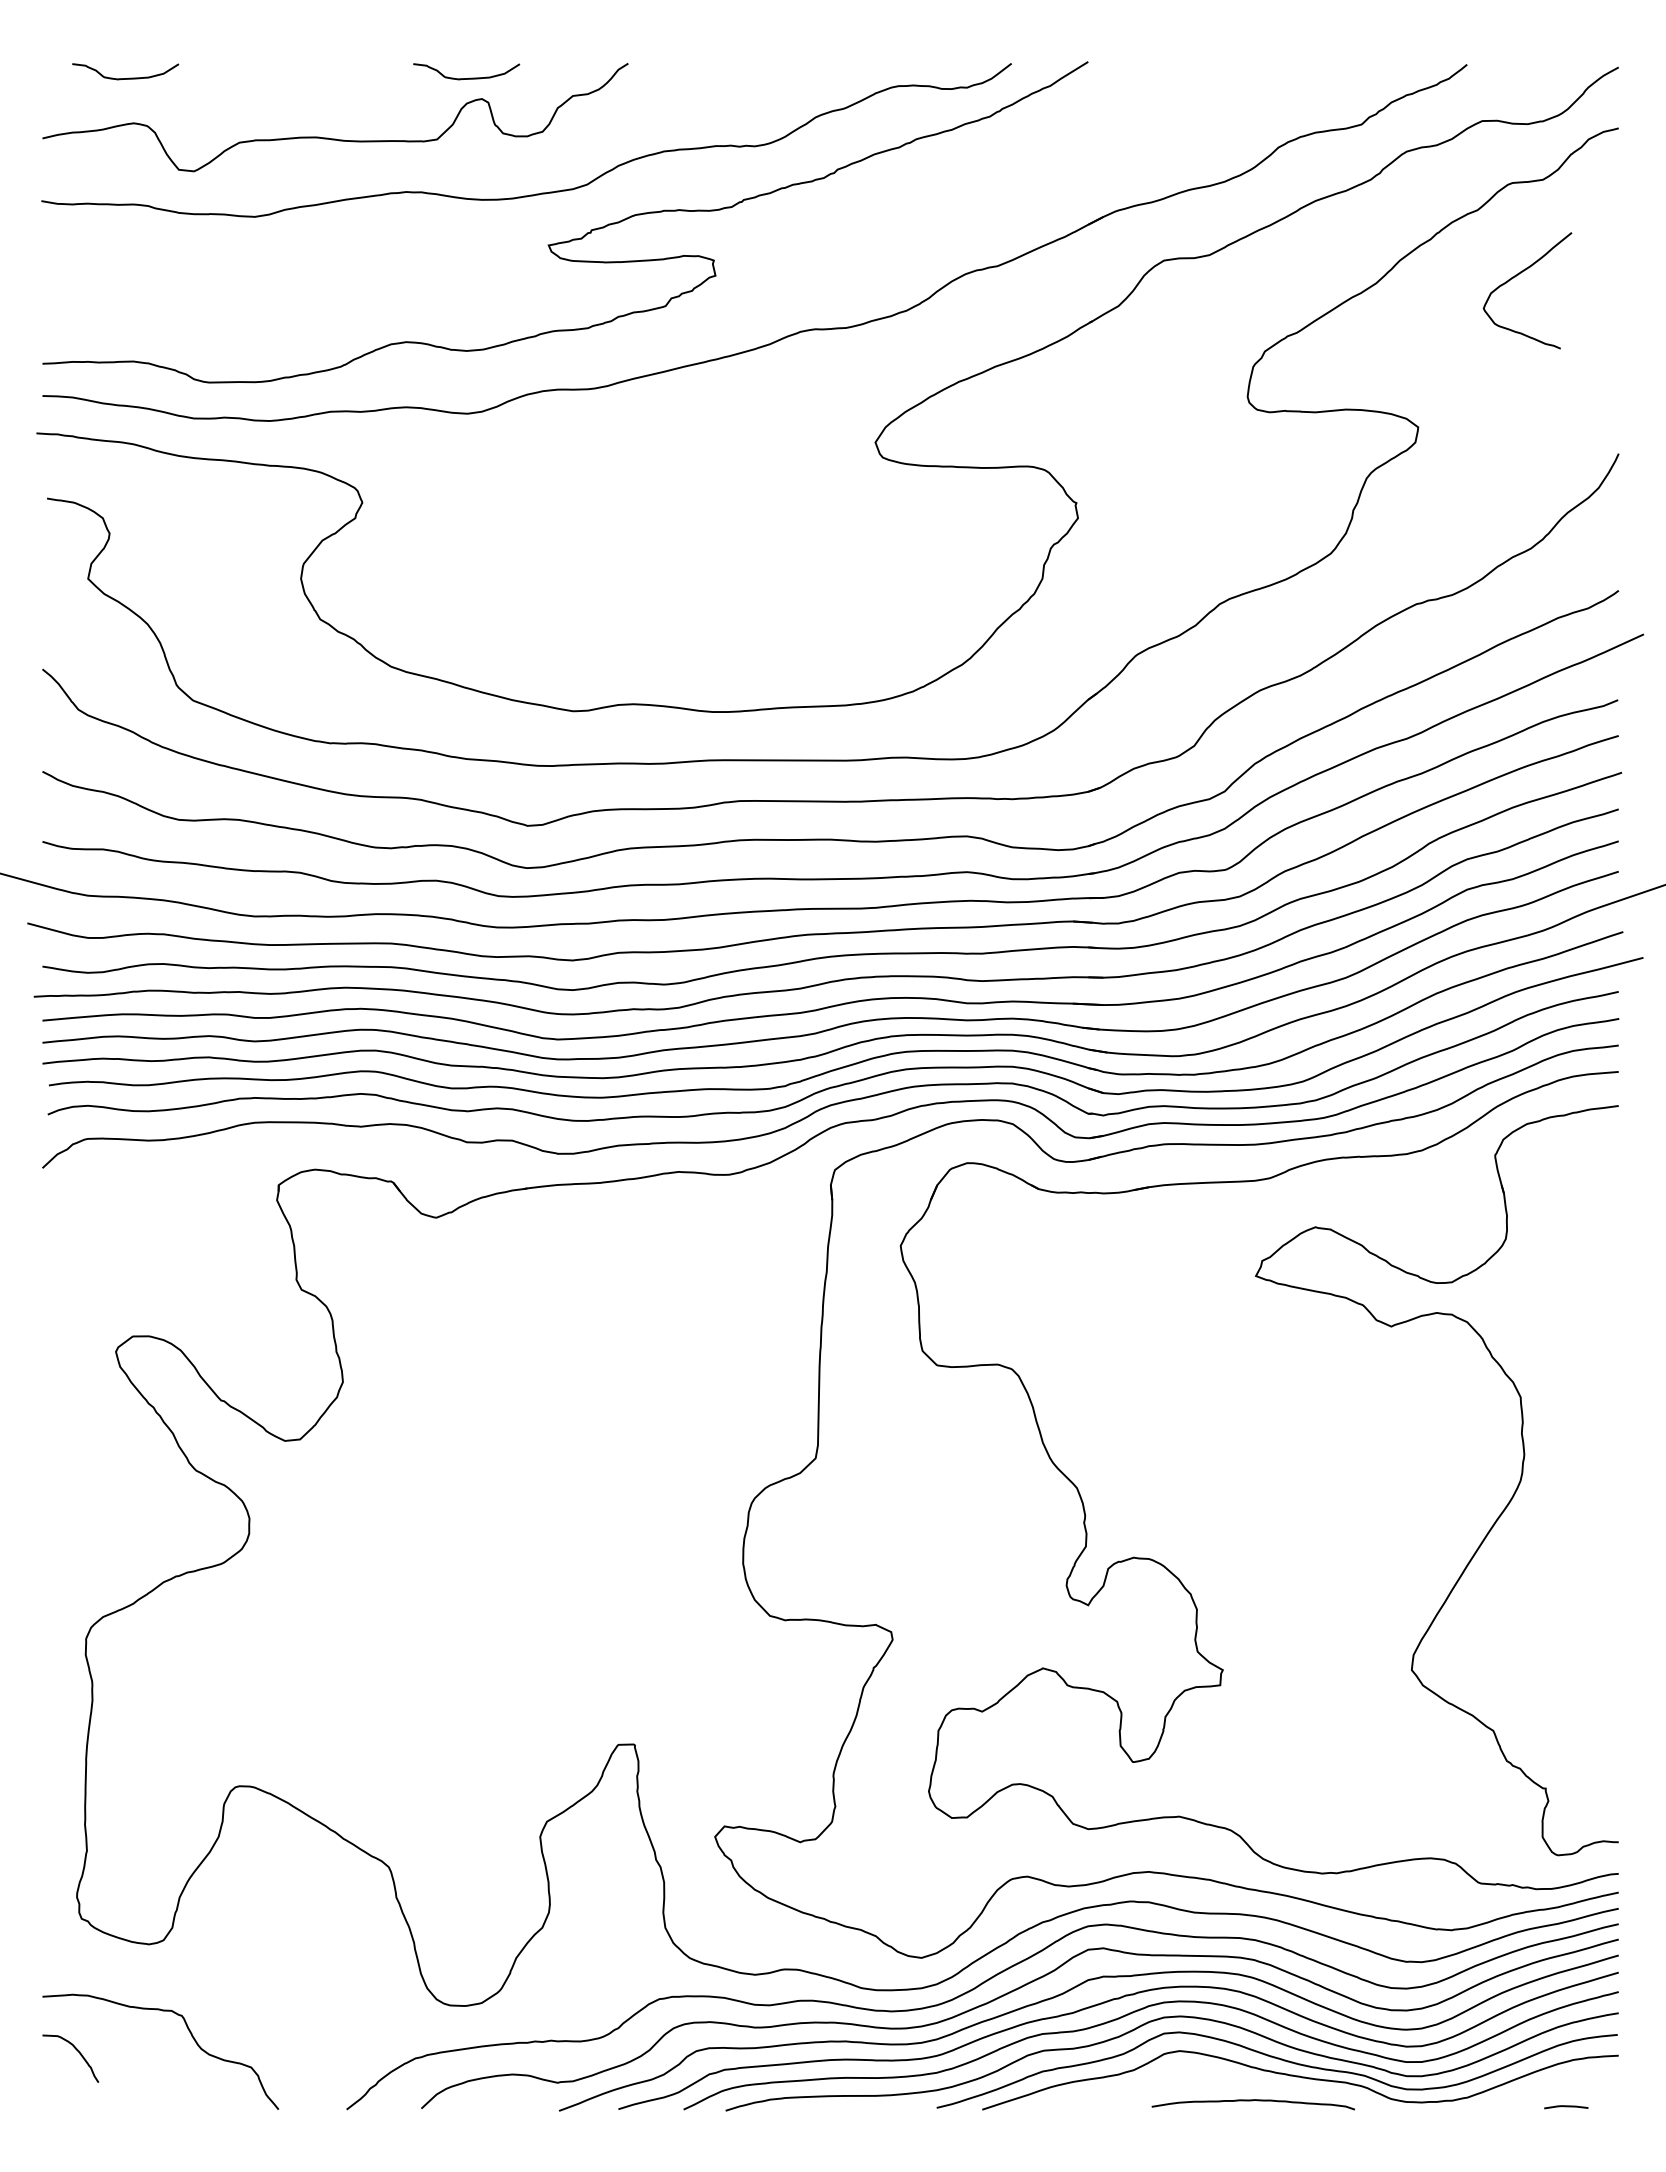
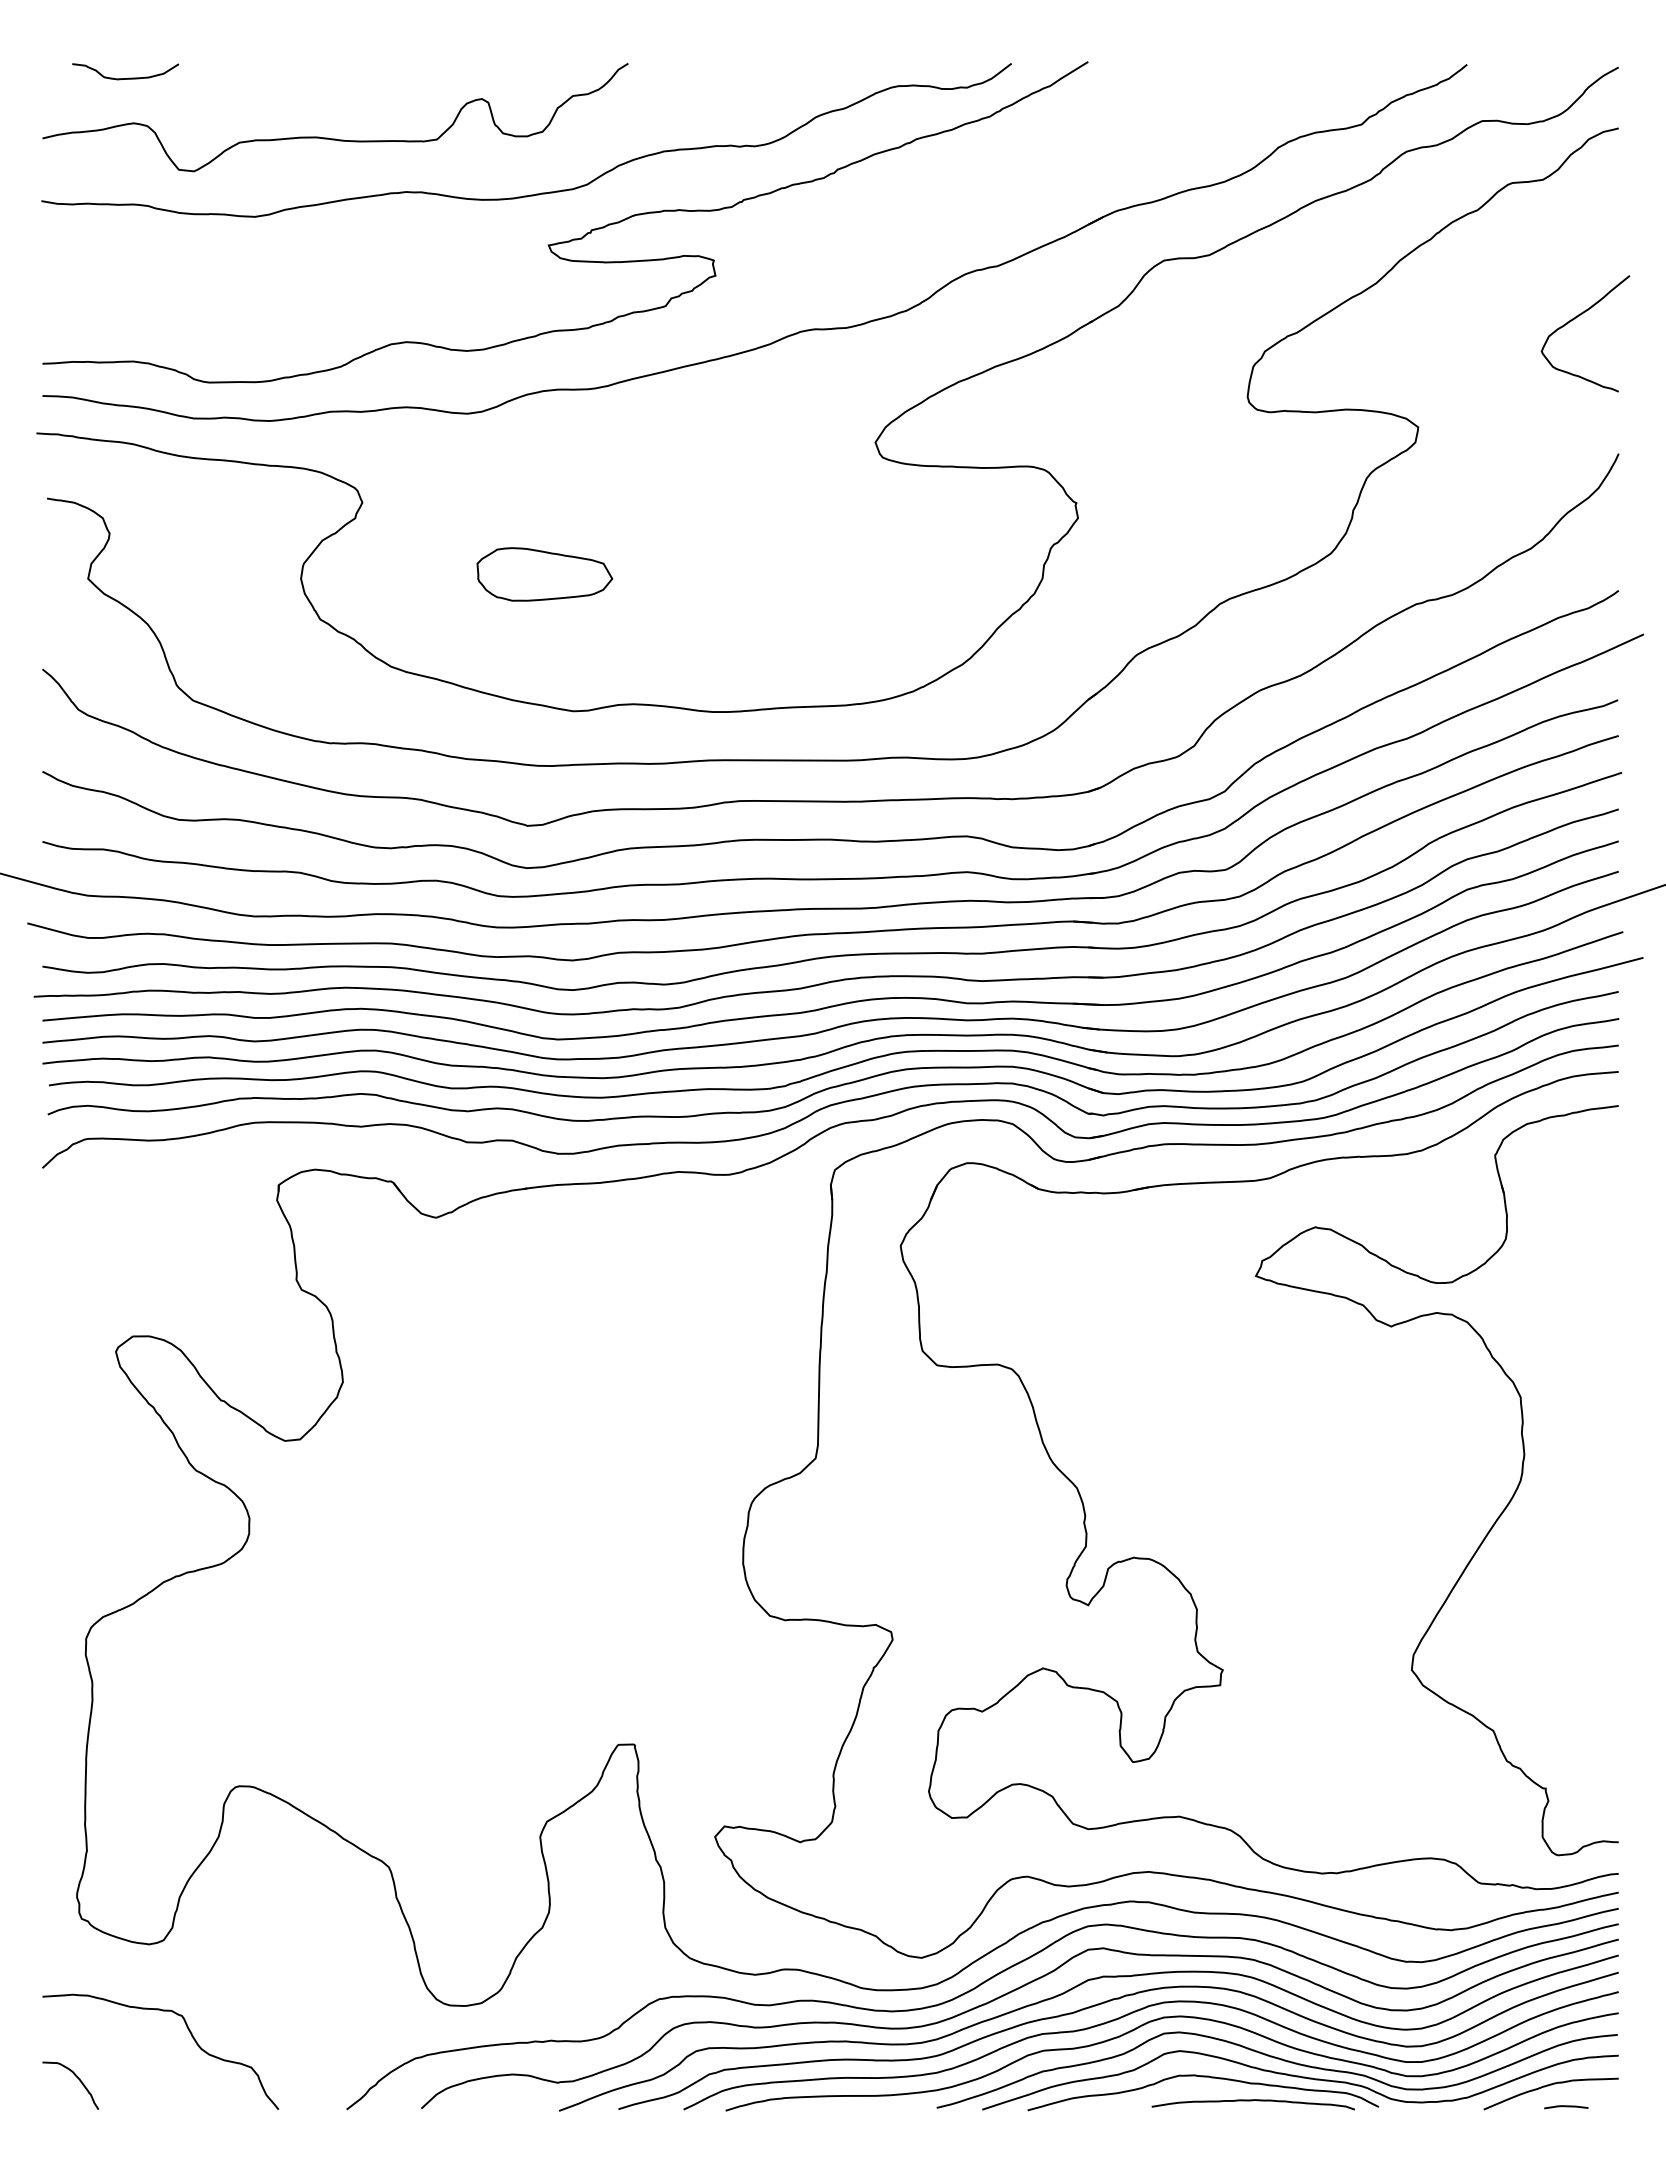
curve at (469, 77): present -> none
curve at (1518, 275) position: (1518, 275) -> (1576, 318)
part at (544, 574): none -> present
curve at (79, 2054) position: (79, 2054) -> (79, 2081)
curve at (1203, 2077): none -> present
curve at (1548, 2086): none -> present
